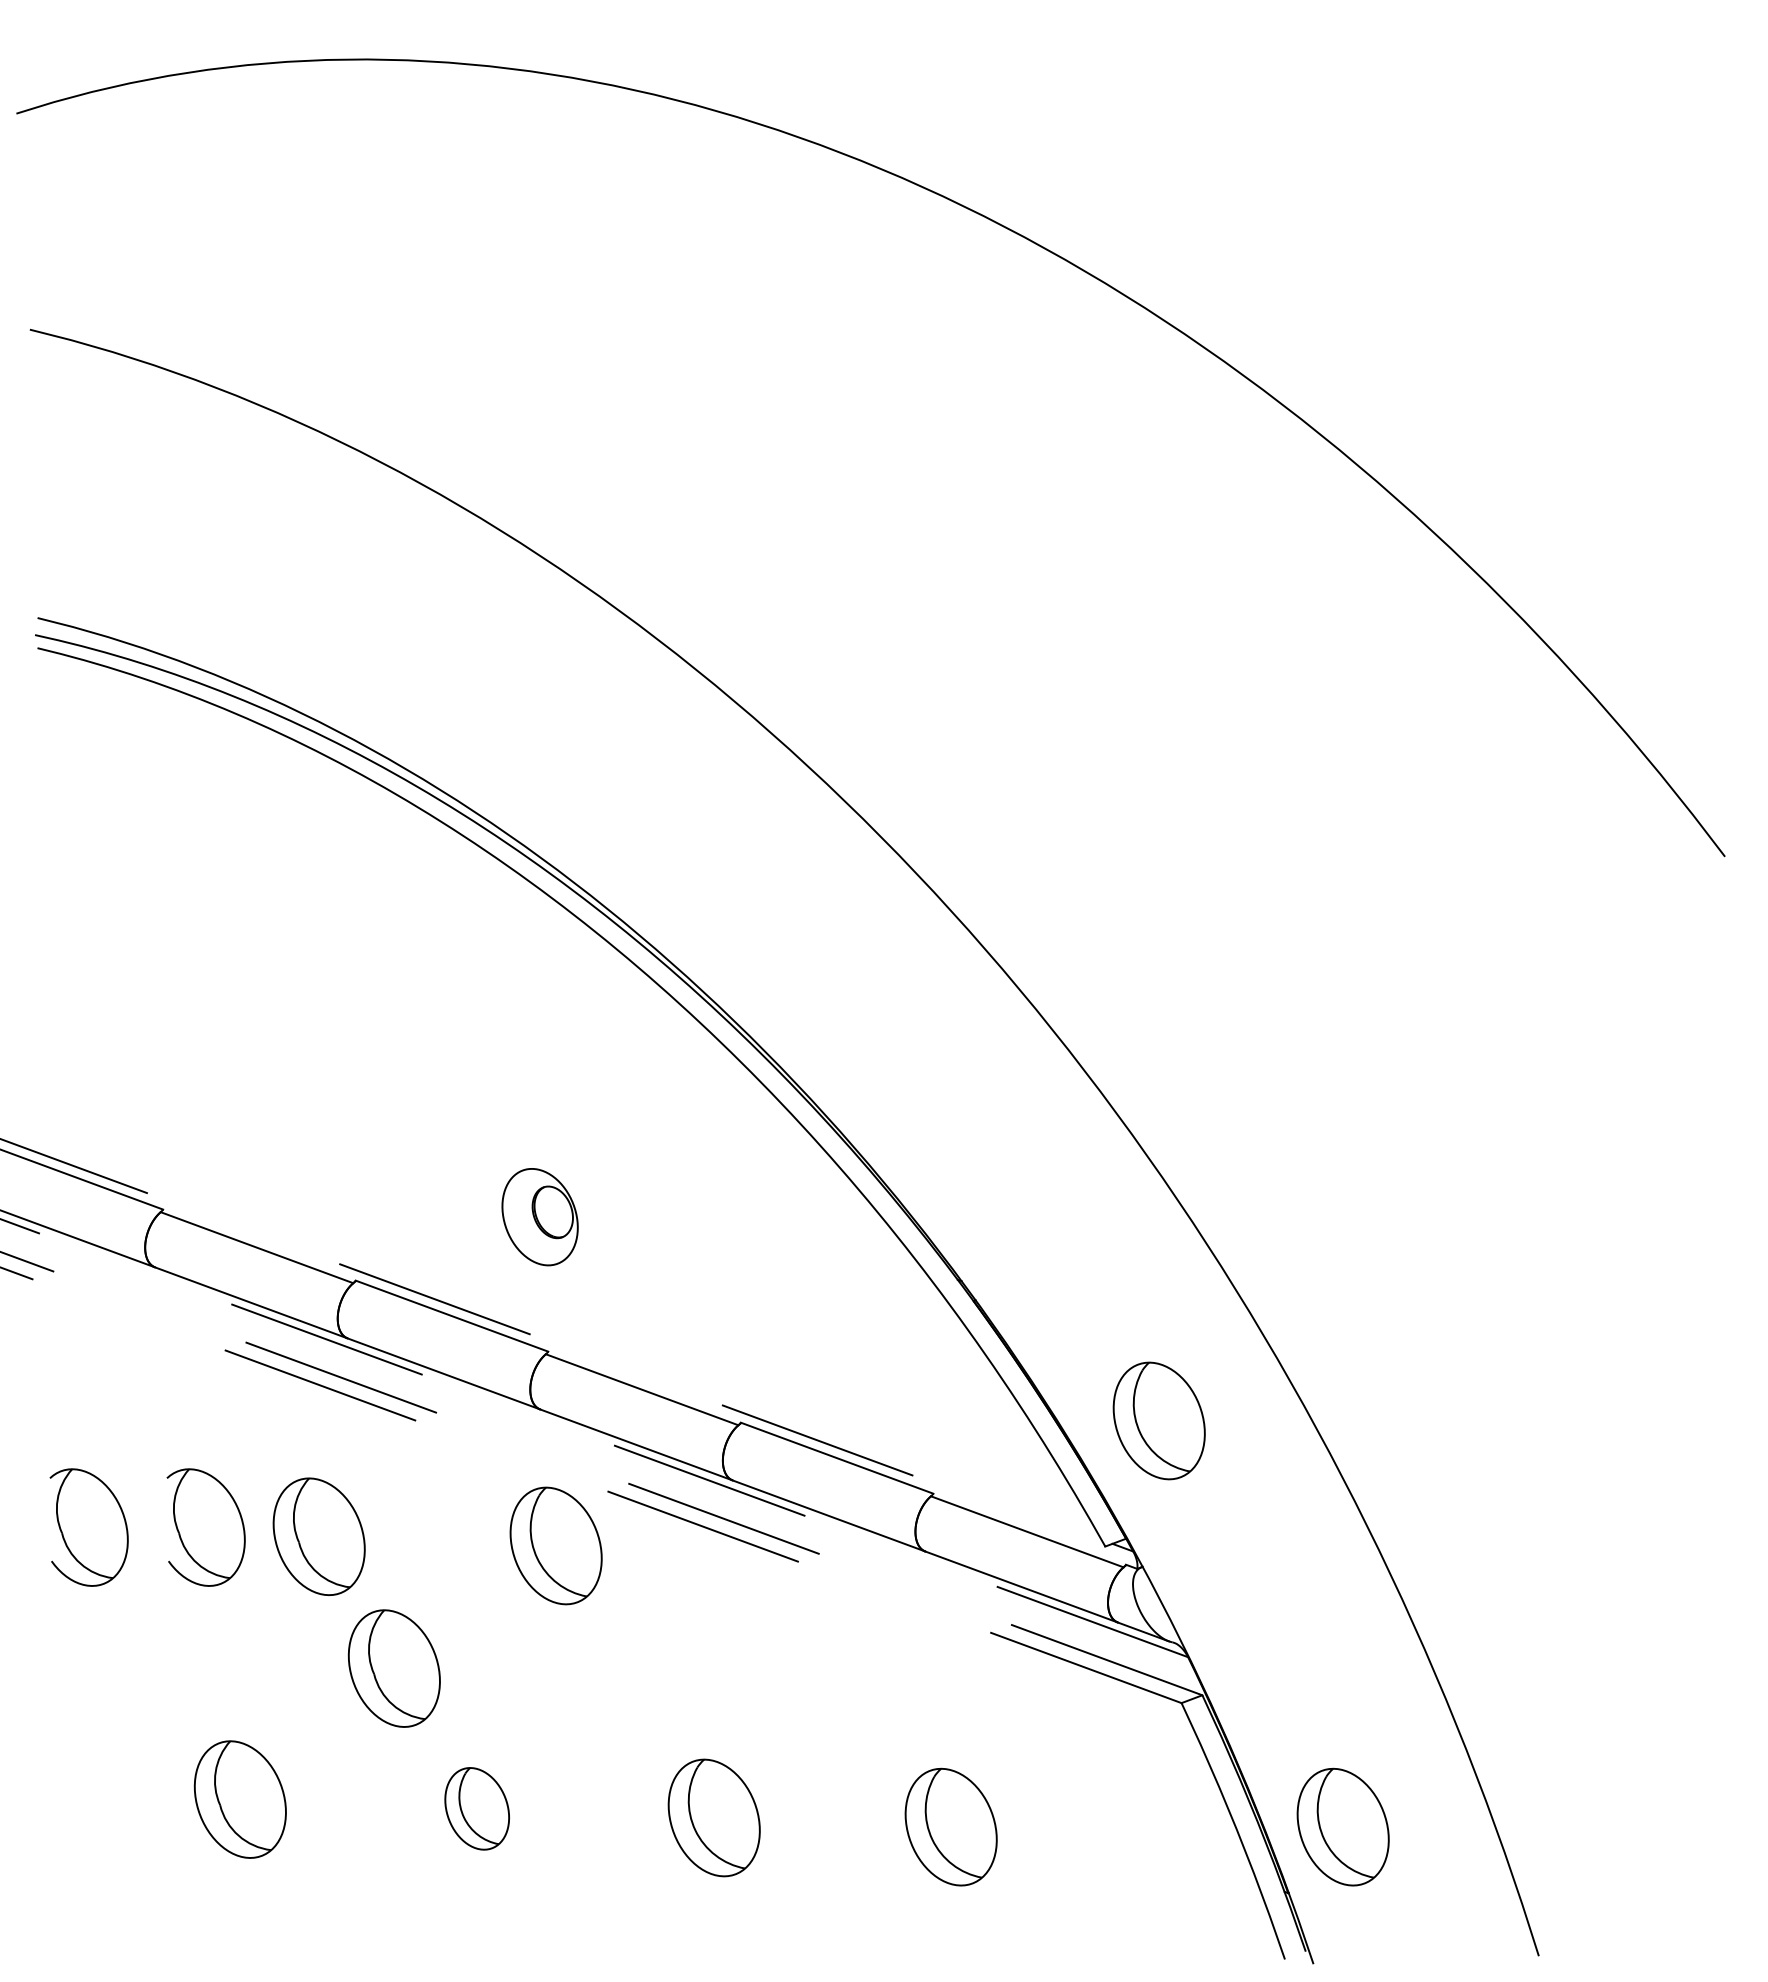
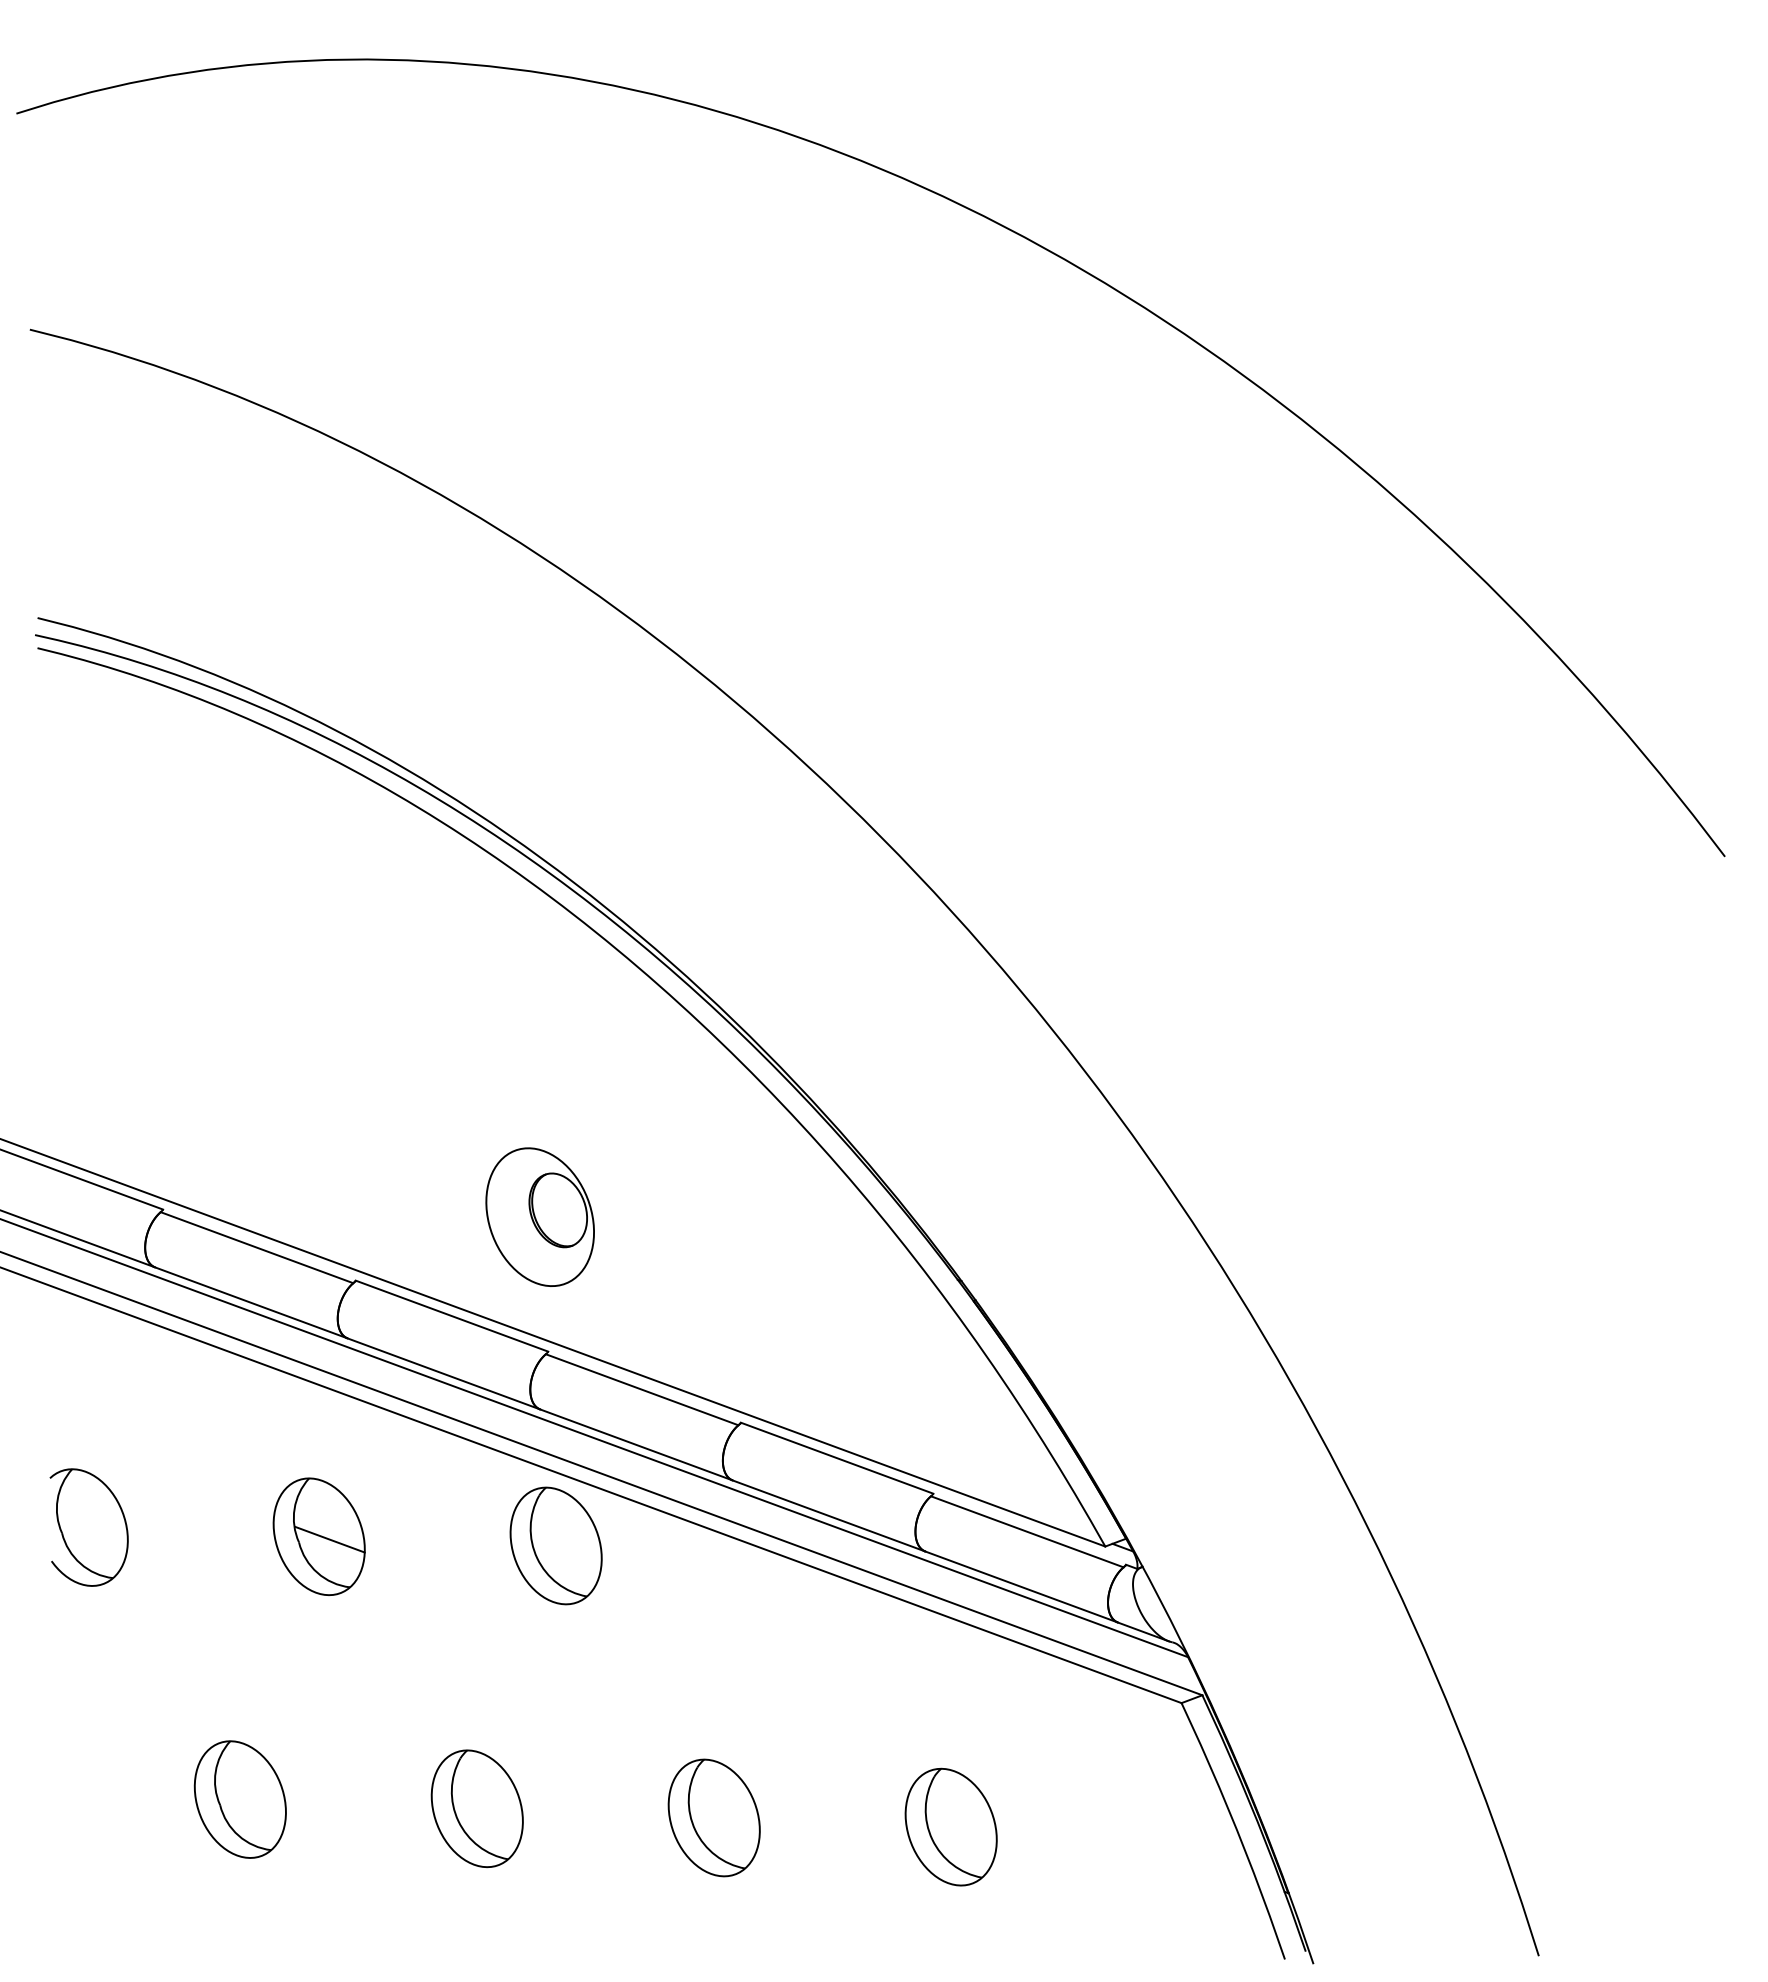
part at (539, 1217) size: 78x99 px -> 110x140 px
line at (552, 1342): dashed -> solid
part at (1158, 1420): present -> none
line at (594, 1438): dashed -> solid
line at (601, 1473): dashed -> solid
line at (590, 1485): dashed -> solid
part at (205, 1527): present -> none
line at (329, 1539): none -> present
part at (393, 1668): present -> none
part at (476, 1808) size: 66x84 px -> 94x120 px
part at (1342, 1826): present -> none
